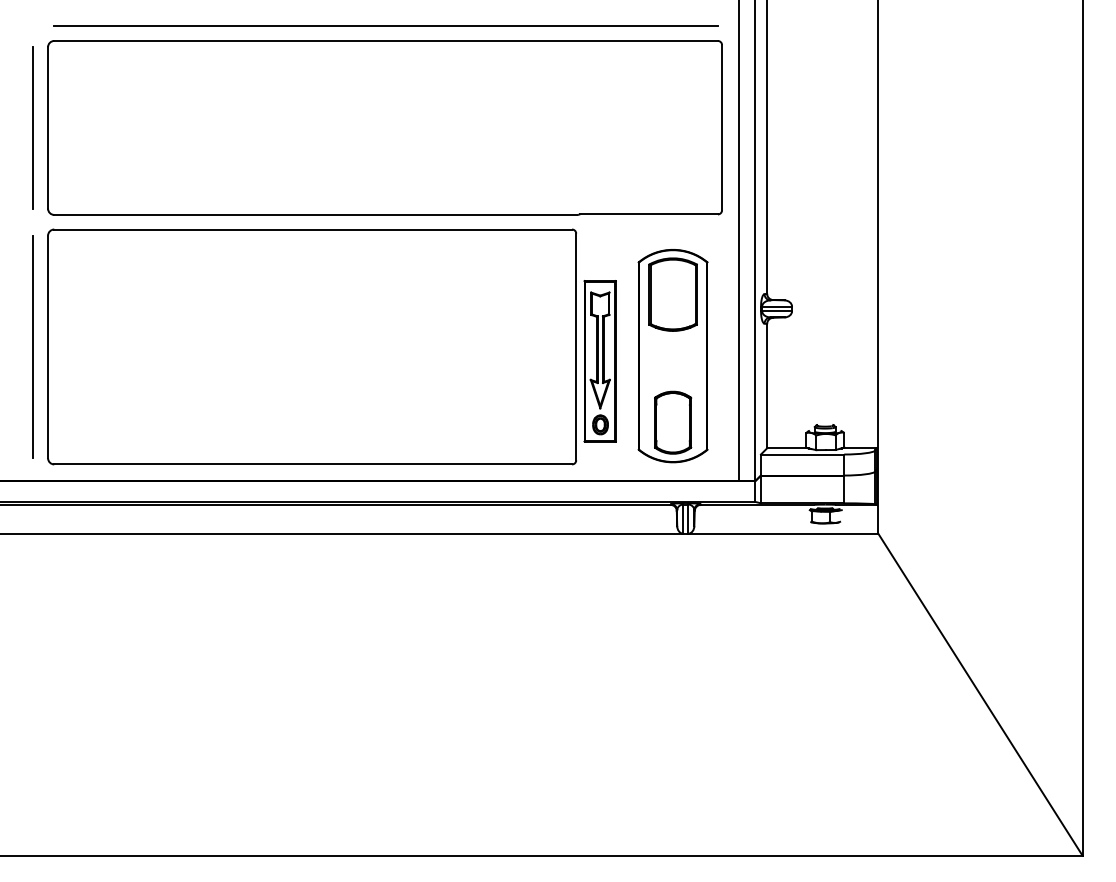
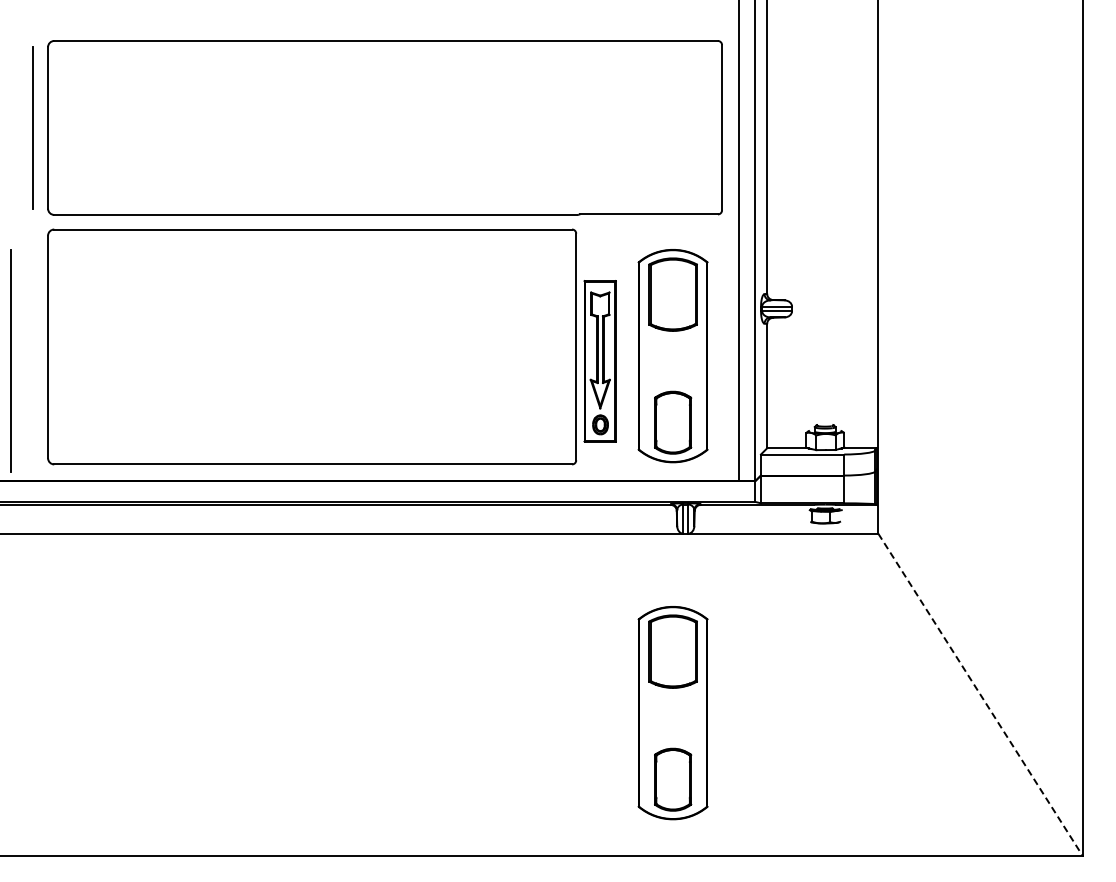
line at (385, 26): present -> none
line at (32, 346) position: (32, 346) -> (10, 360)
line at (980, 694): solid -> dashed
part at (672, 713): none -> present
